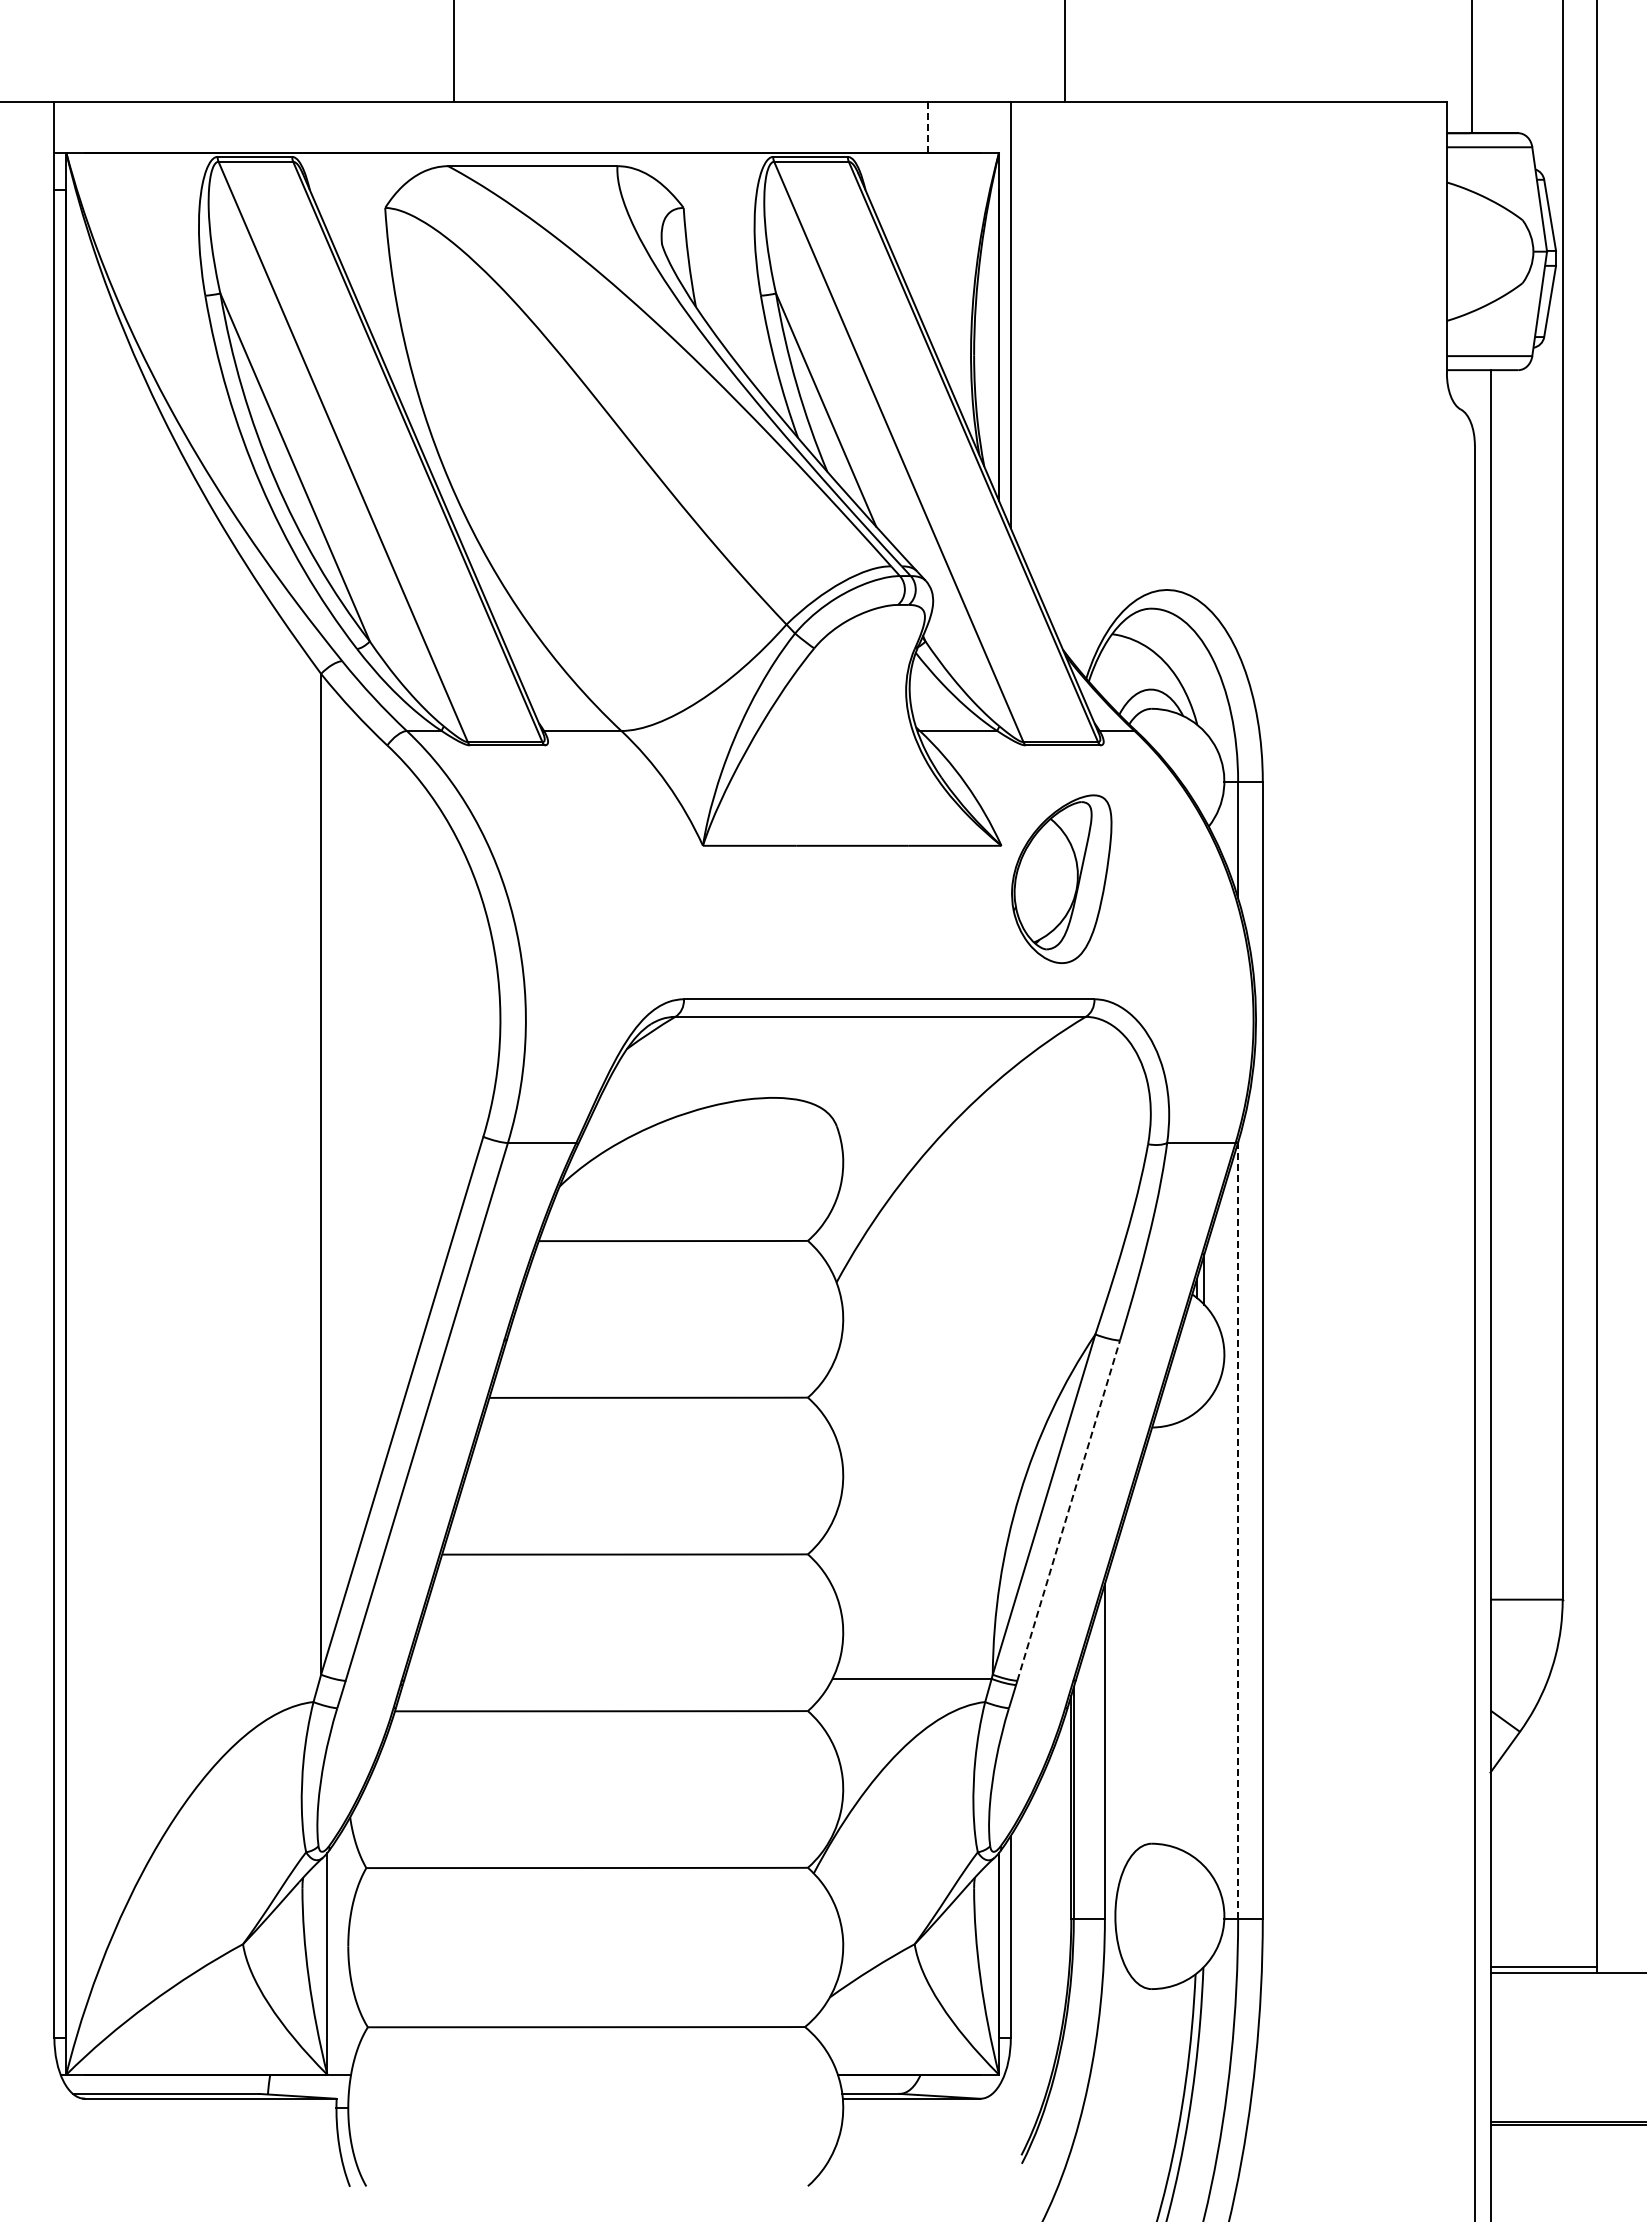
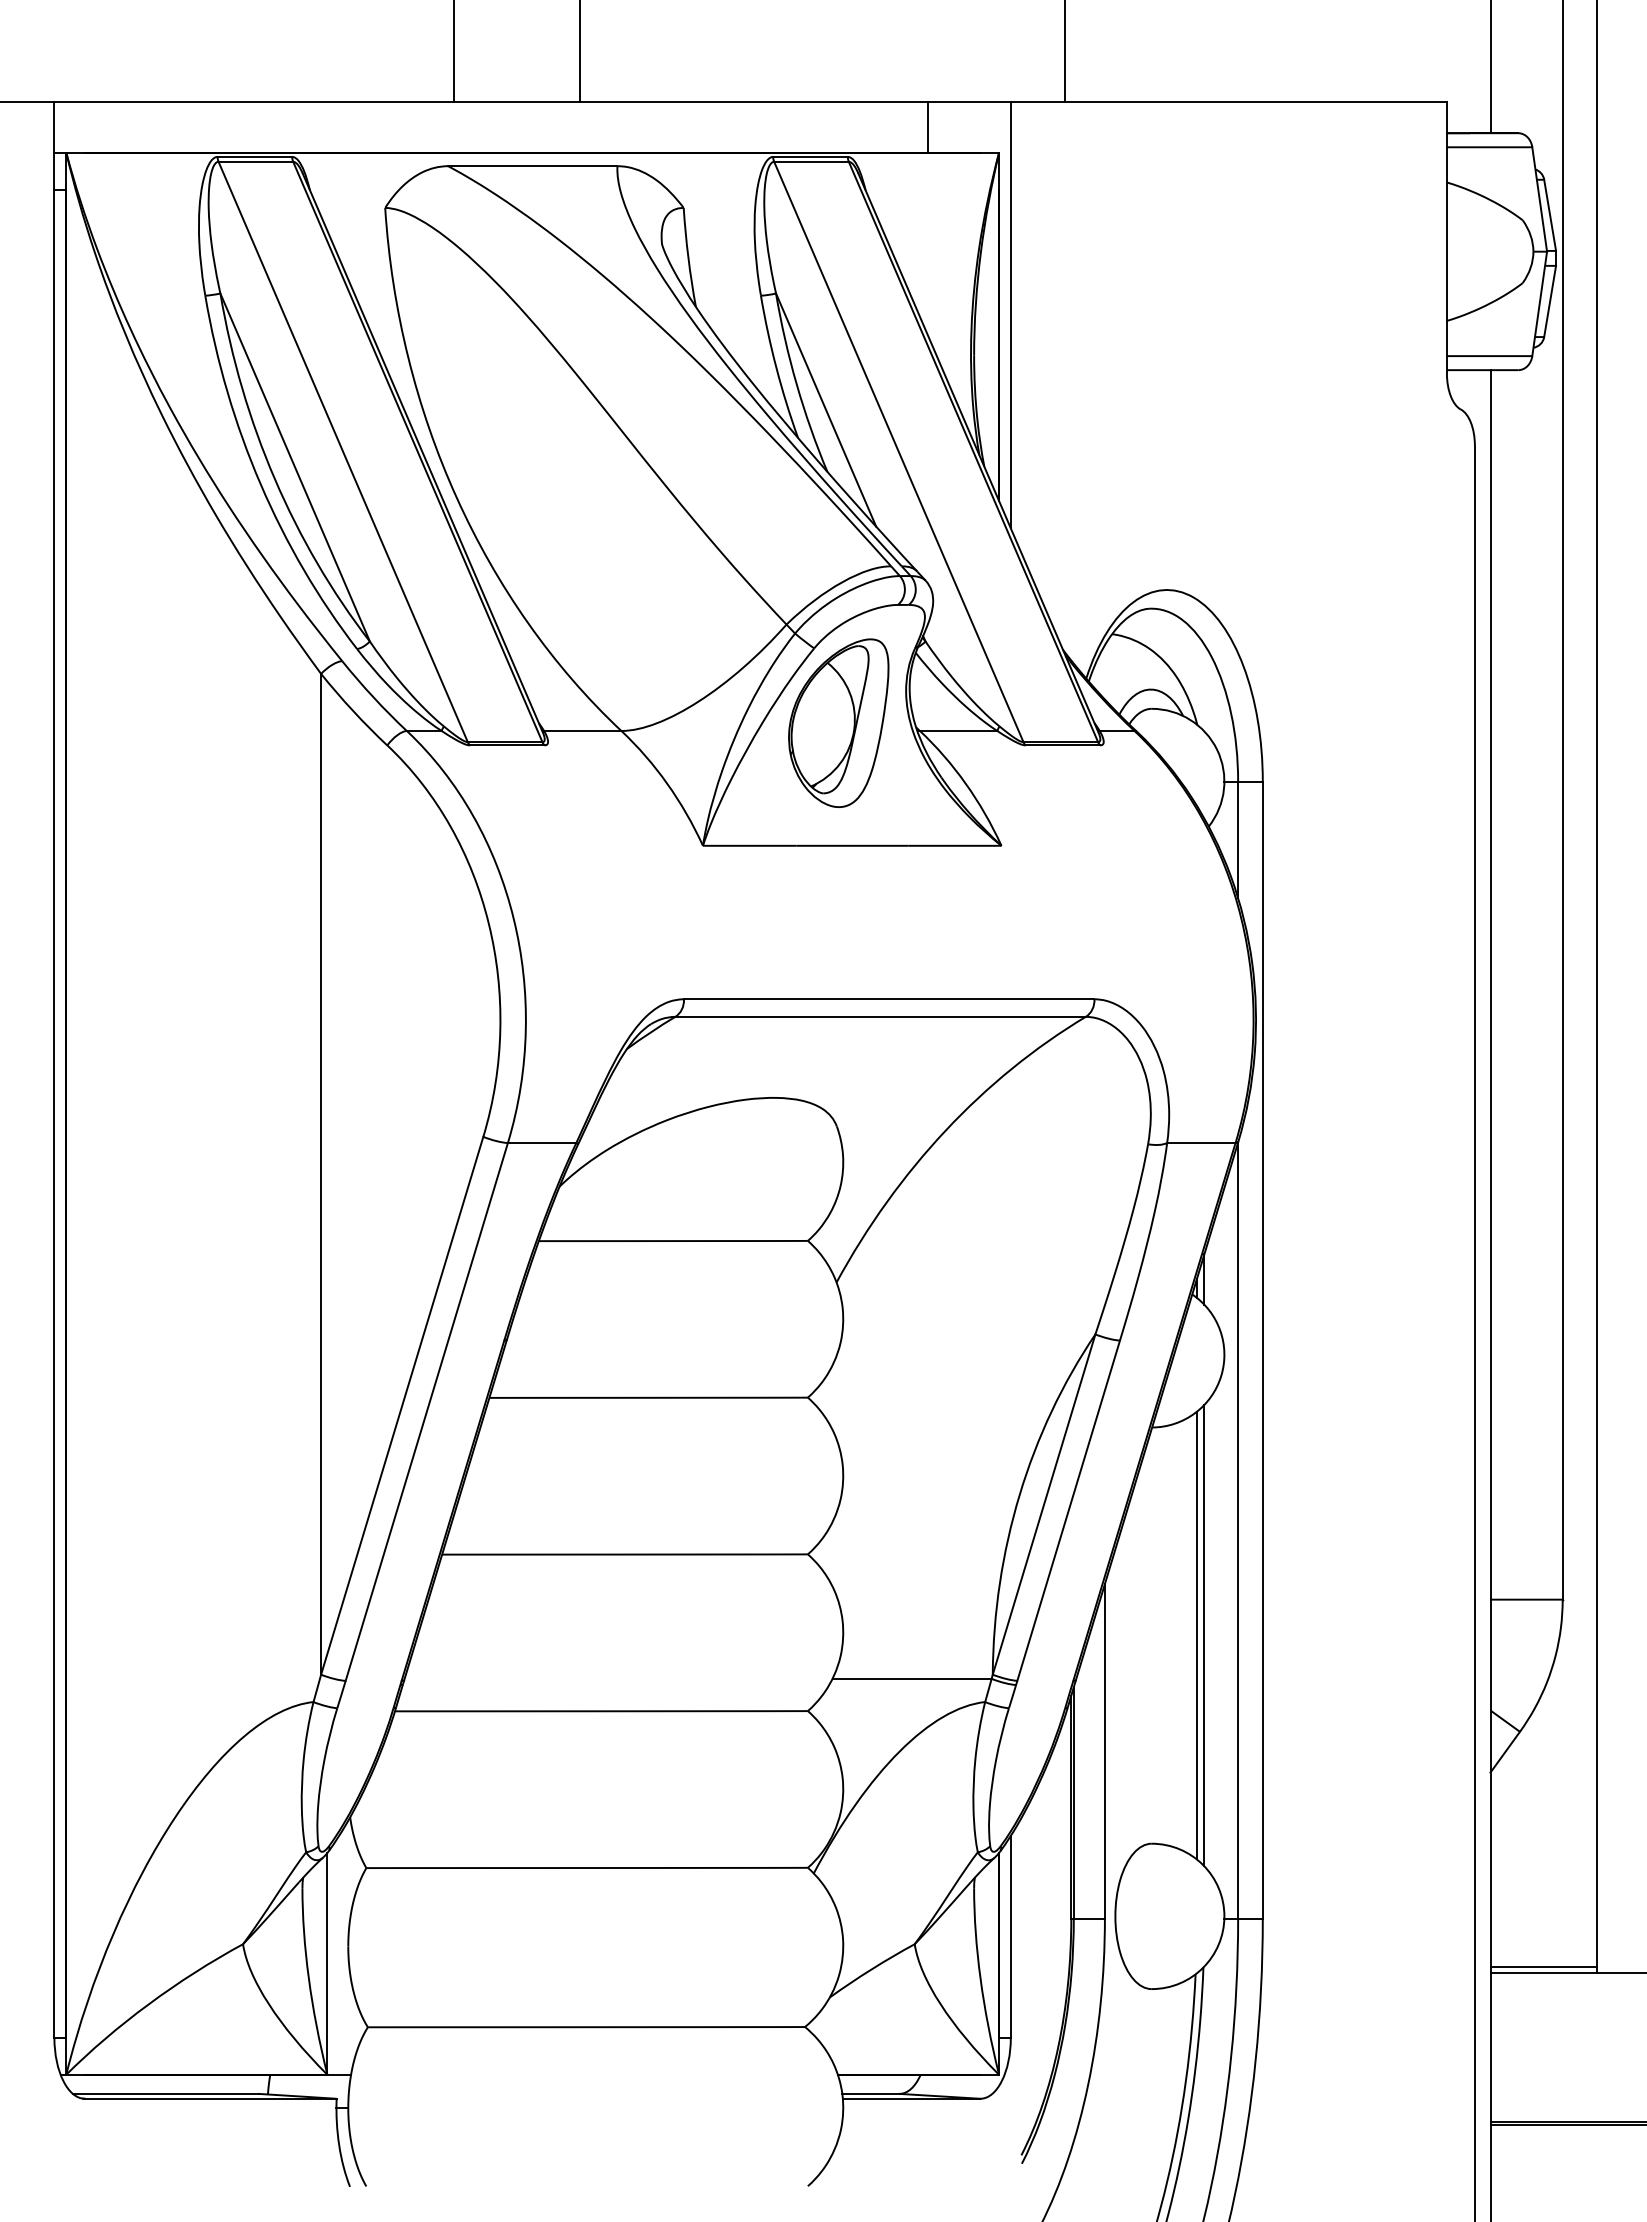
line at (579, 52): none -> present
line at (1471, 67) position: (1471, 67) -> (1490, 67)
line at (927, 126): dashed -> solid
part at (1061, 878) position: (1061, 878) -> (838, 722)
line at (1068, 1510): dashed -> solid
line at (1238, 1530): dashed -> solid
line at (1196, 1635): none -> present
line at (1204, 1635): none -> present
